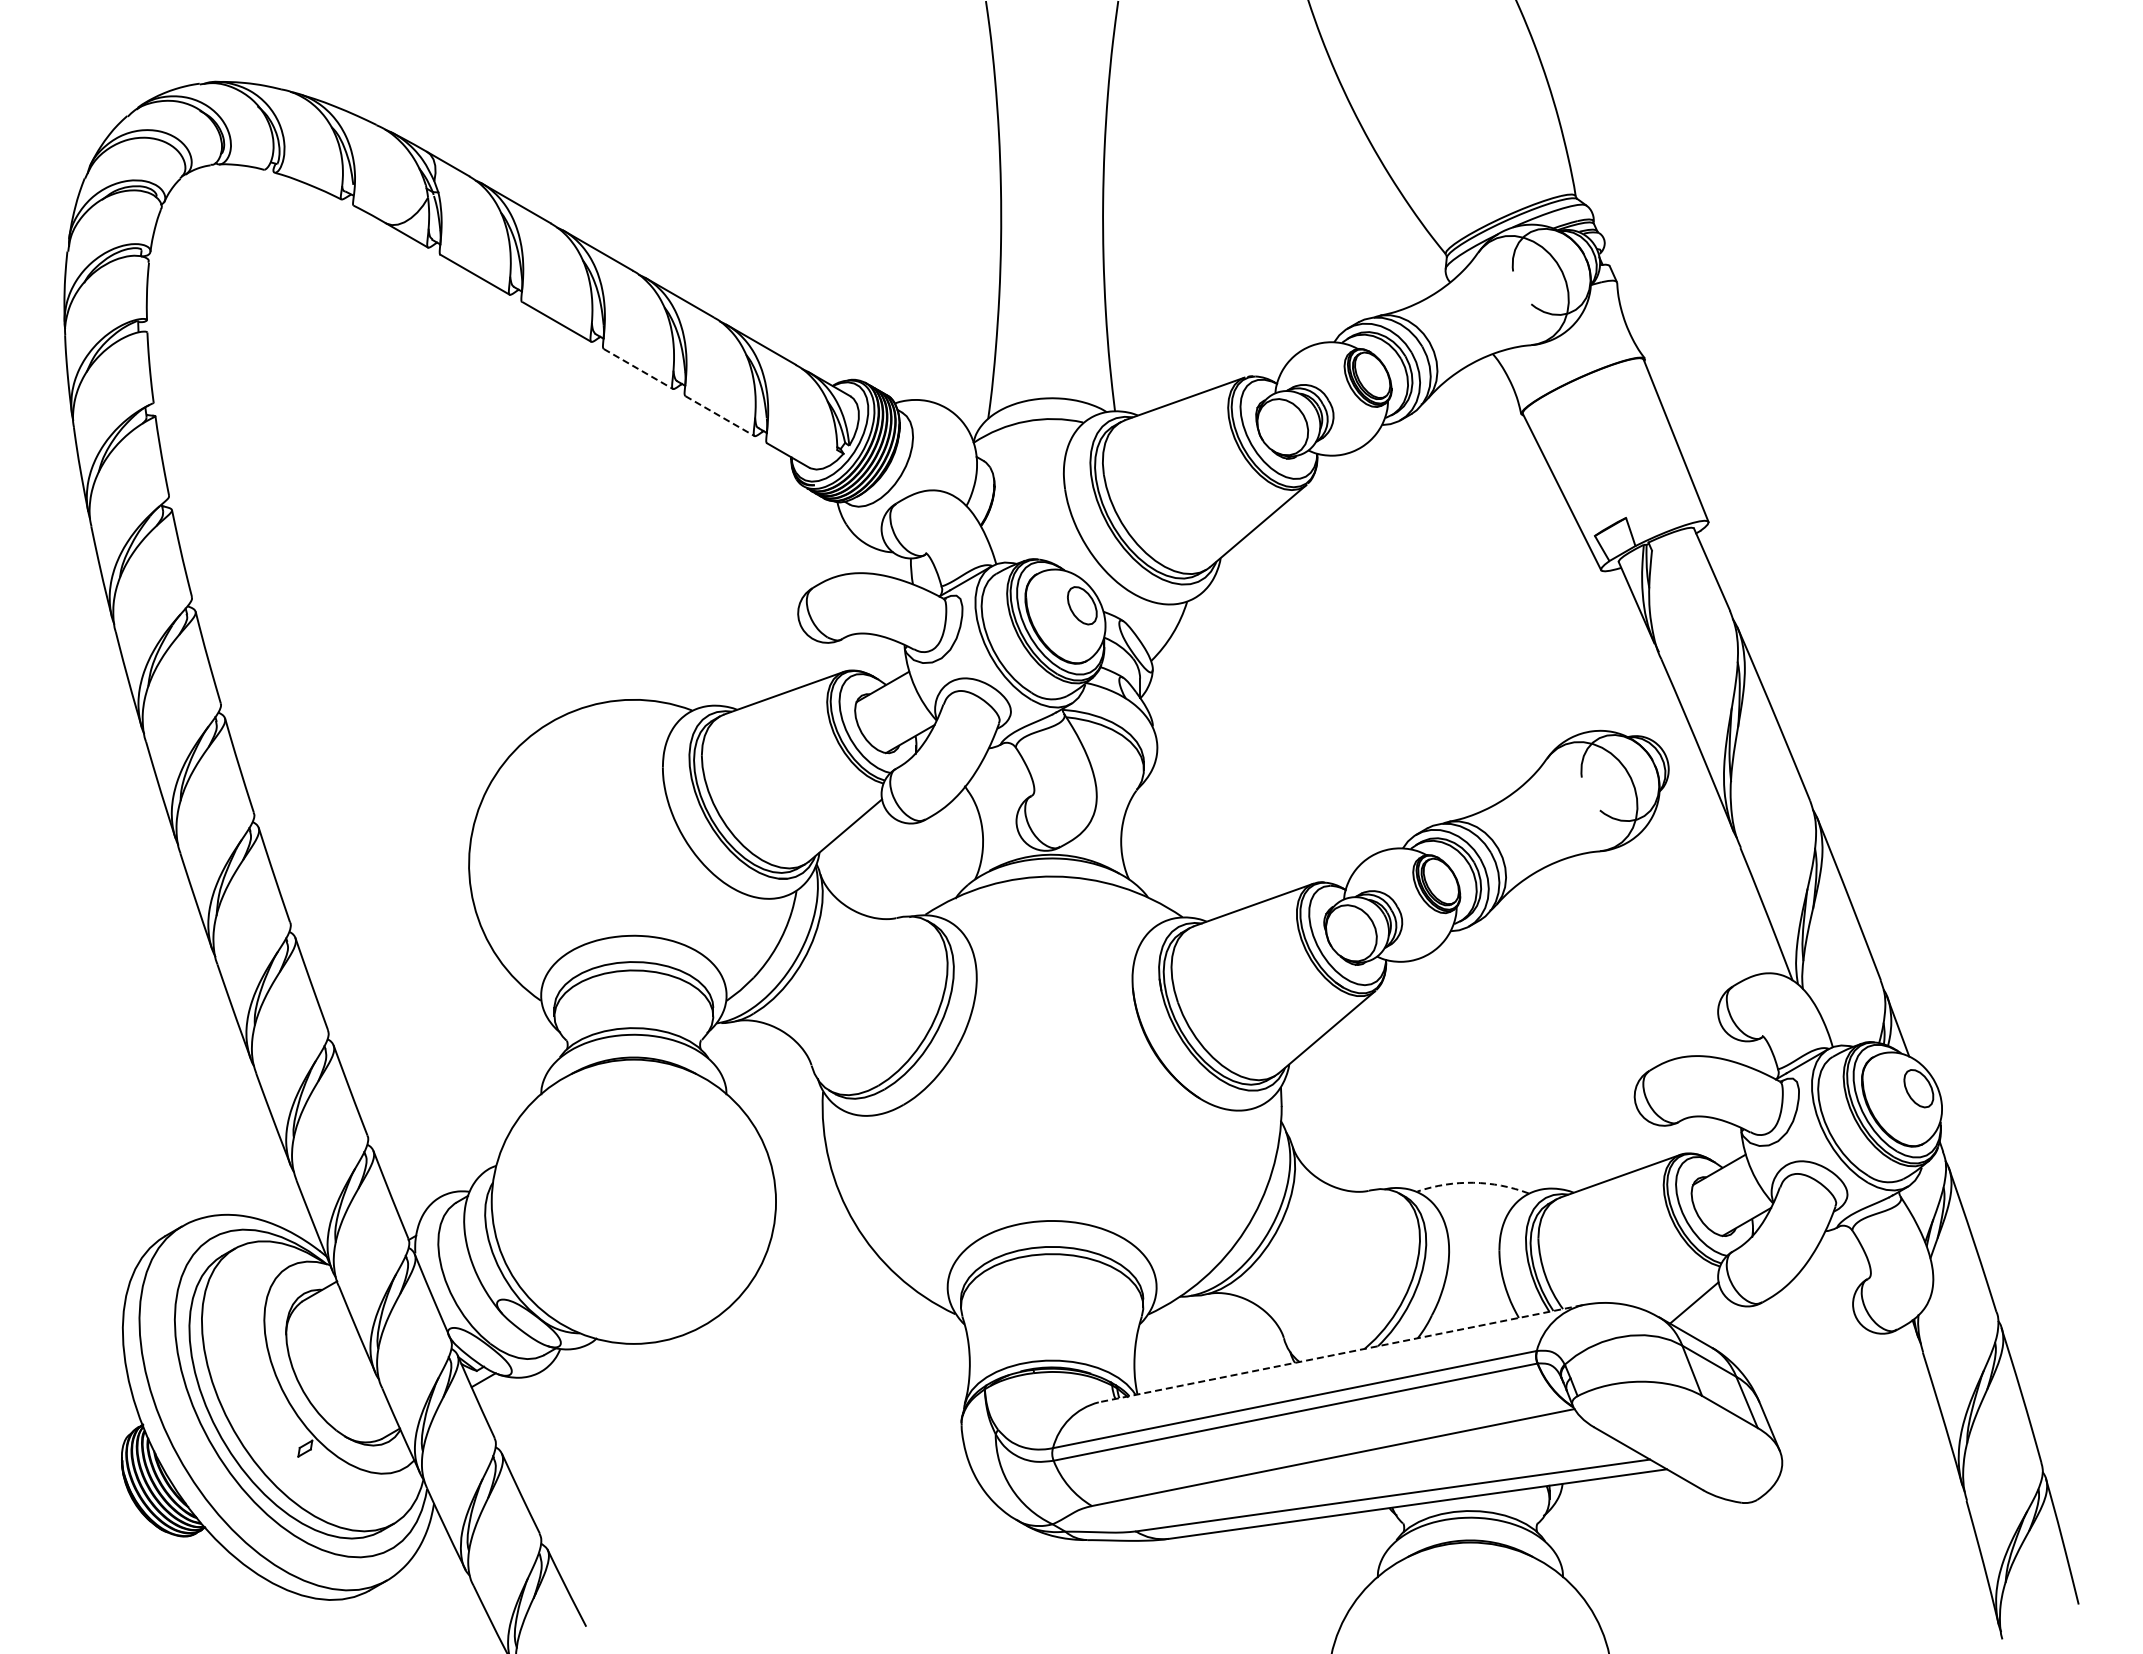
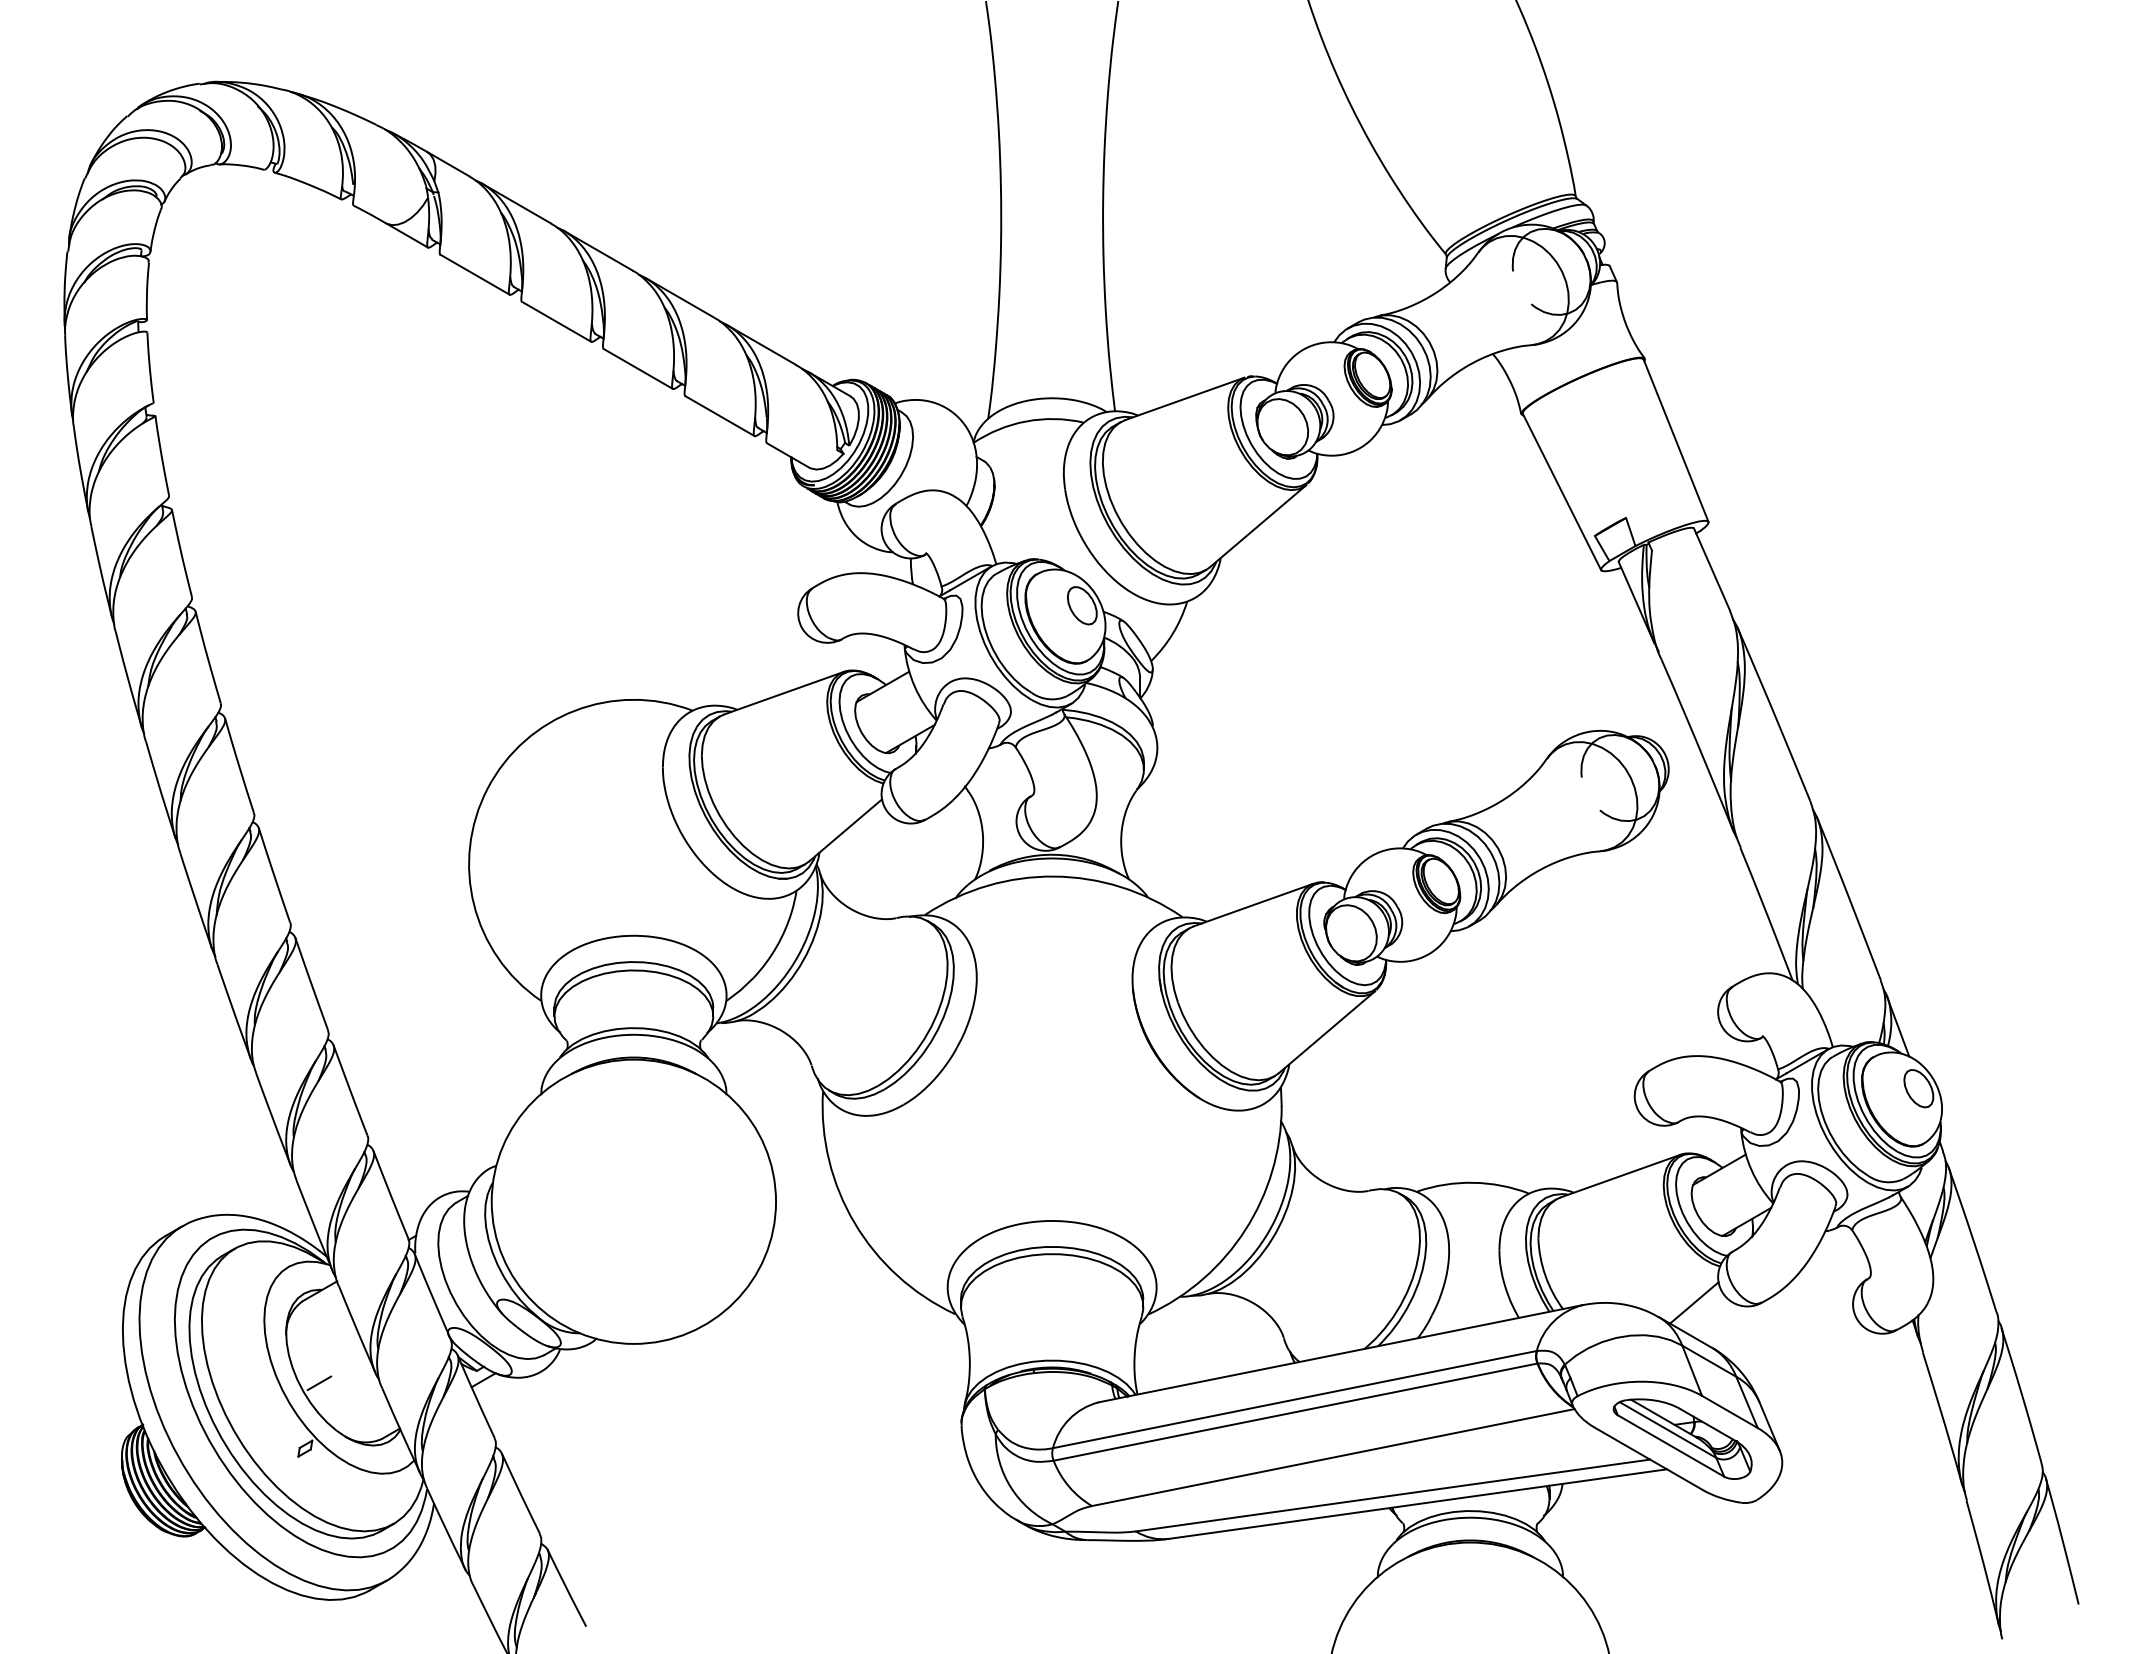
line at (638, 368): dashed -> solid
line at (719, 416): dashed -> solid
arc at (1473, 1182): dashed -> solid
line at (1340, 1353): dashed -> solid
line at (318, 1383): none -> present
part at (1682, 1438): none -> present
